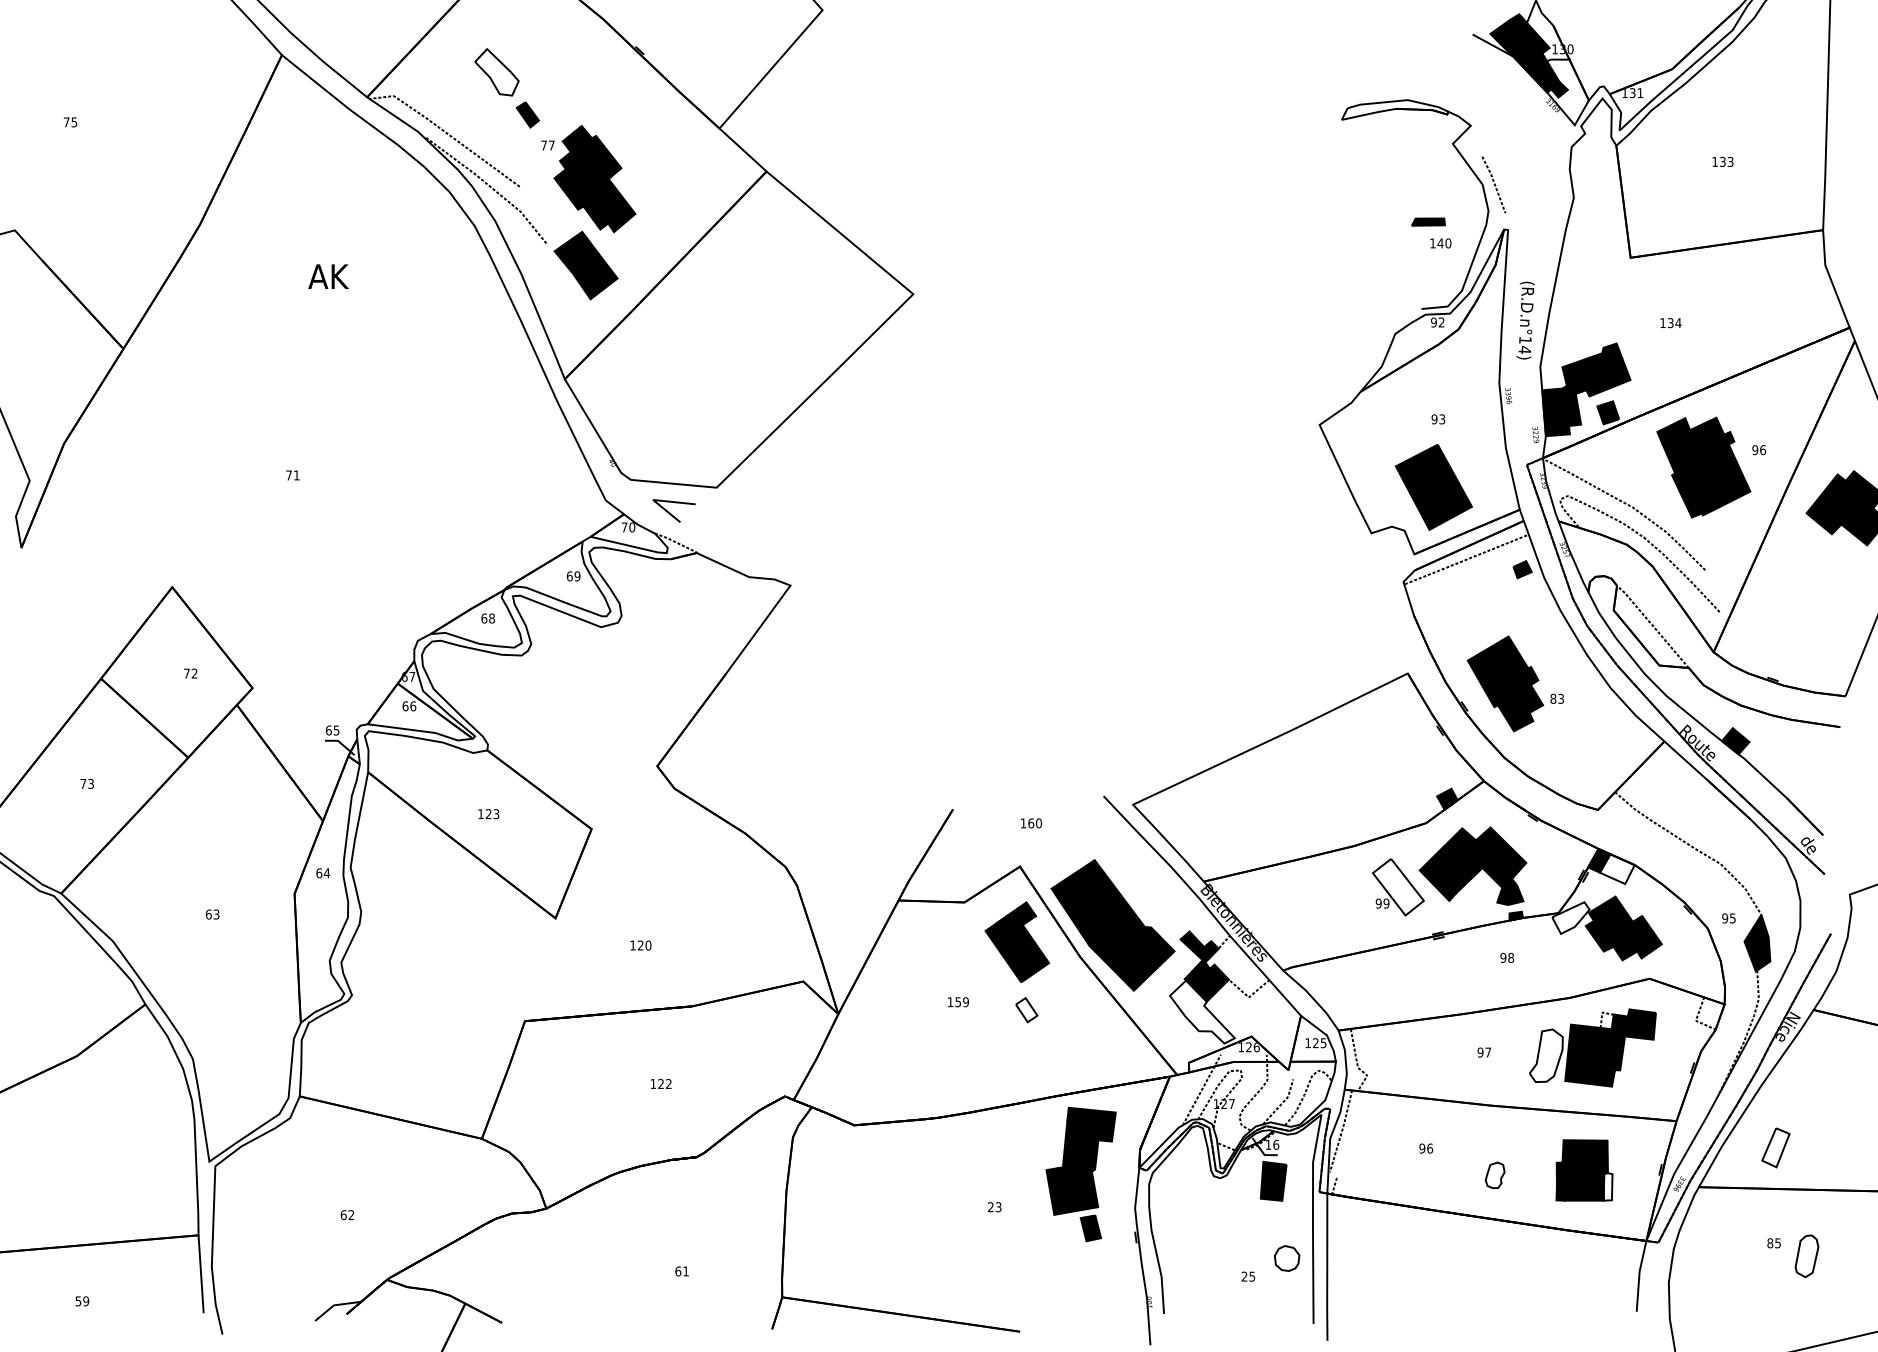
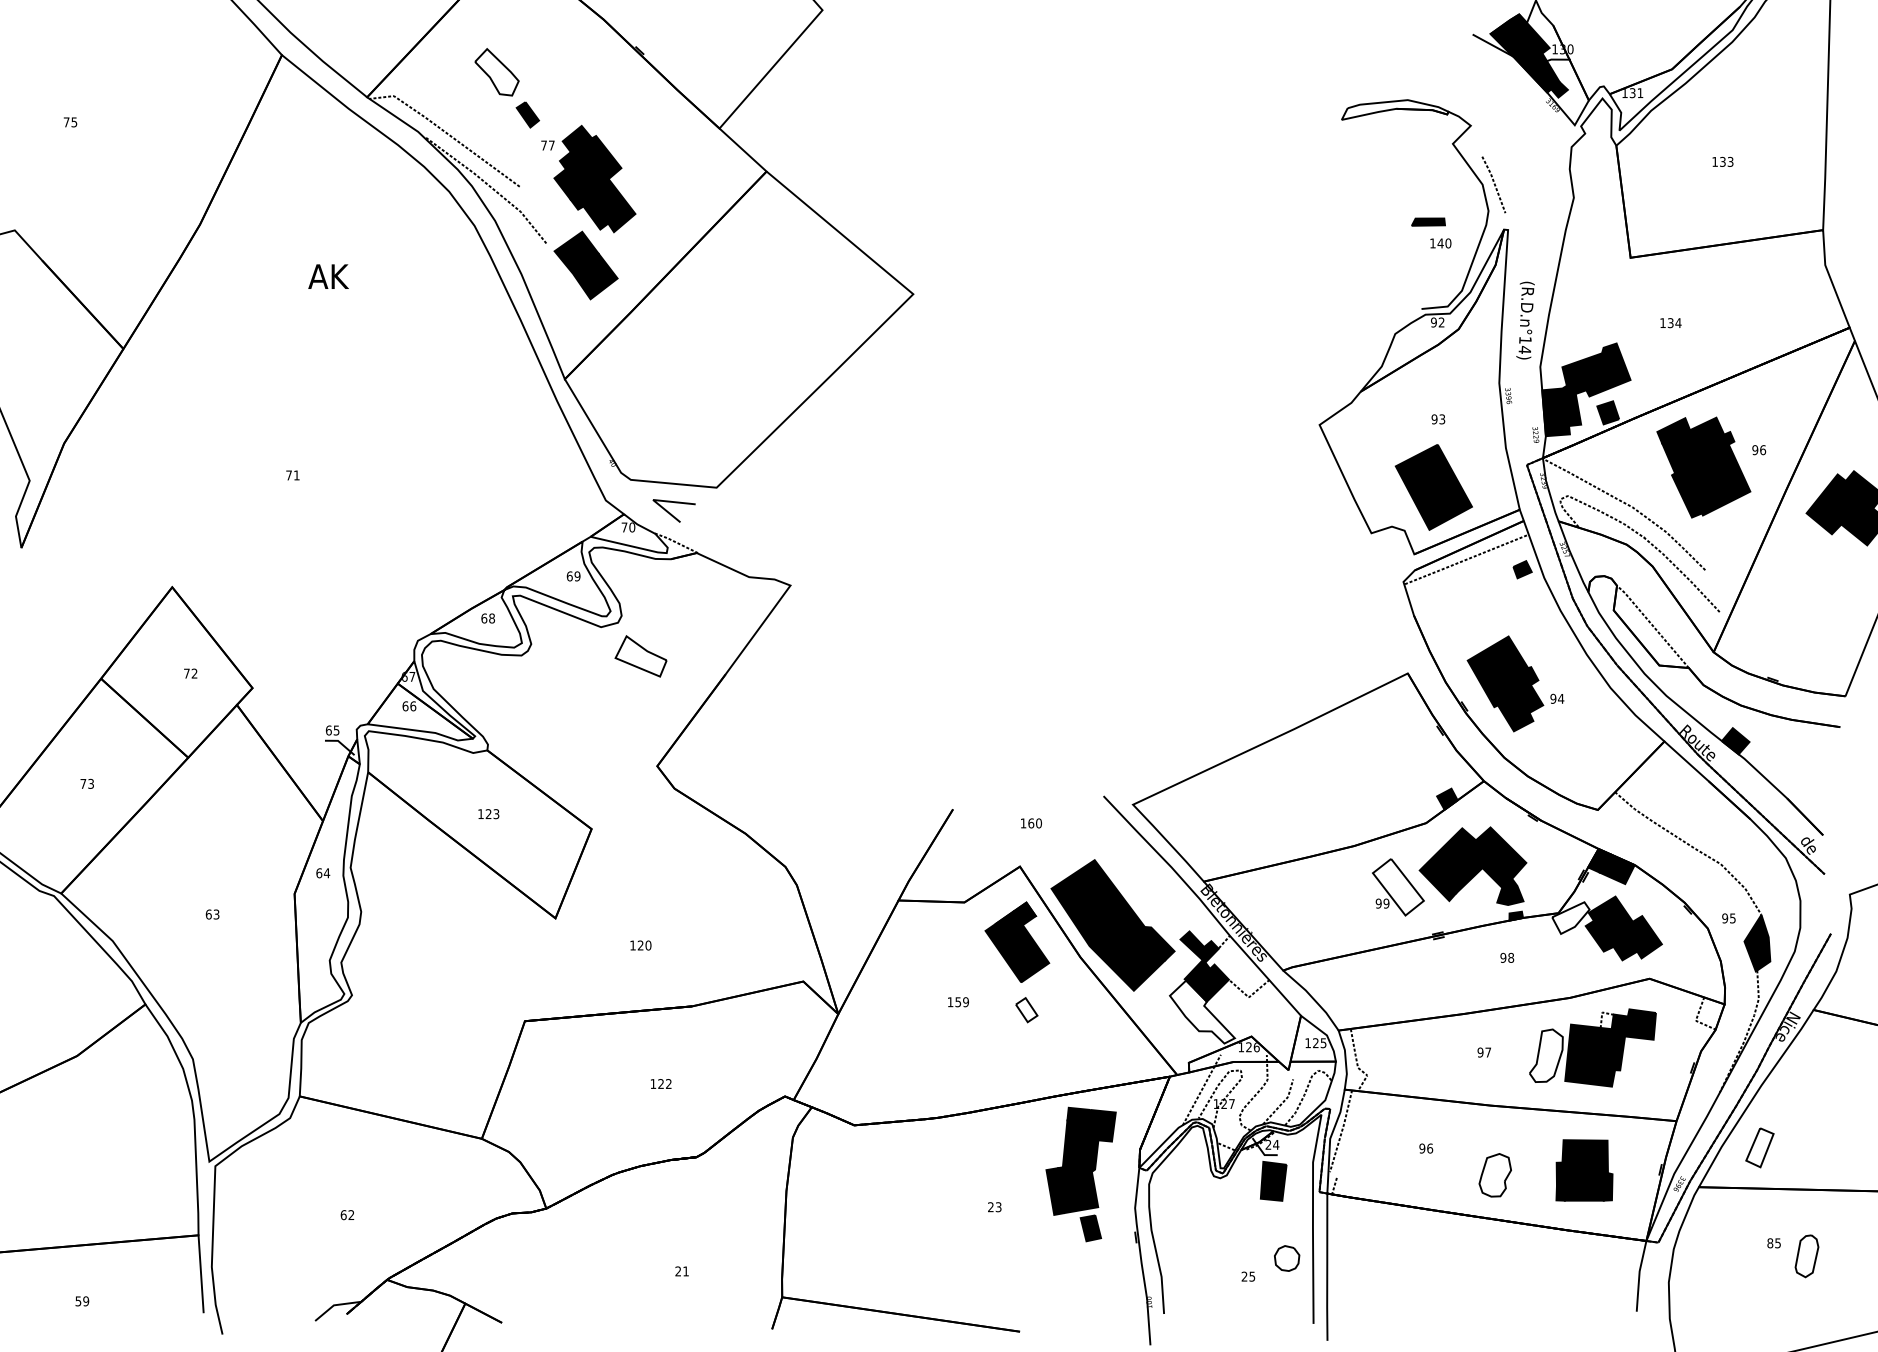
part at (640, 656): none -> present
text at (1557, 698): 83 -> 94
fill at (1616, 869): none -> present
text at (1272, 1144): 16 -> 24
part at (1775, 1147) position: (1775, 1147) -> (1759, 1147)
part at (1494, 1175) size: 22x29 px -> 34x45 px
fill at (1607, 1186): none -> present
text at (678, 1271): 61 -> 21
